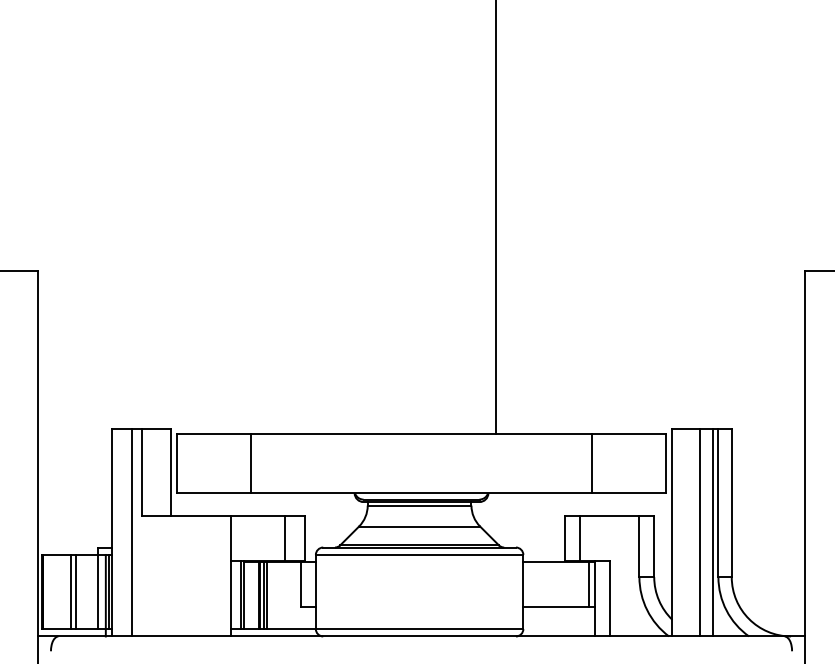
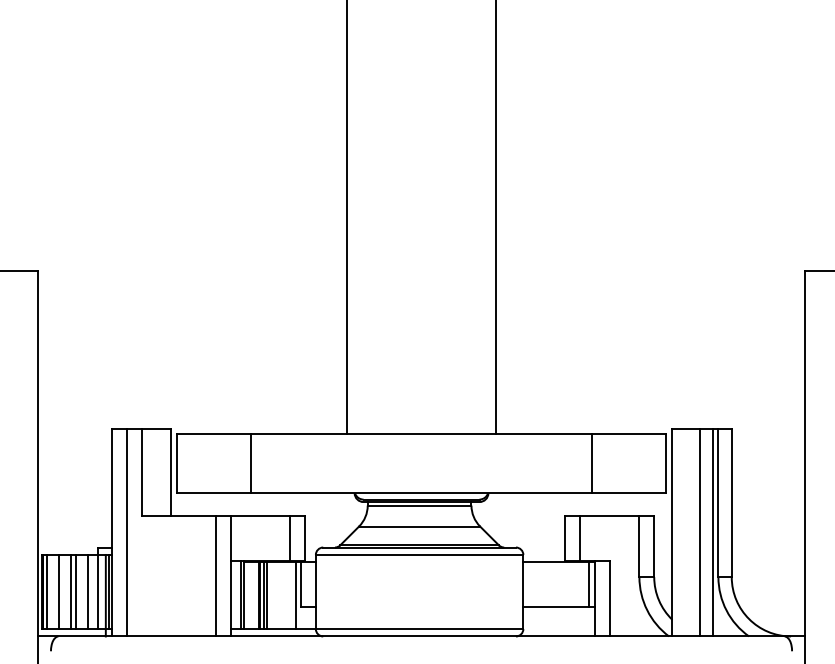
line at (347, 218): none -> present
line at (132, 532) position: (132, 532) -> (127, 532)
line at (285, 538) position: (285, 538) -> (290, 538)
line at (215, 576): none -> present
line at (46, 591): none -> present
line at (58, 591): none -> present
line at (87, 591): none -> present
line at (296, 595): none -> present
